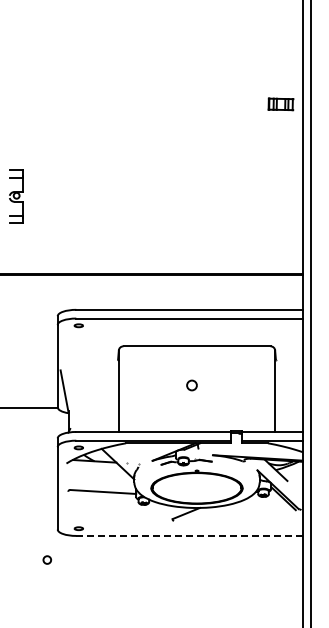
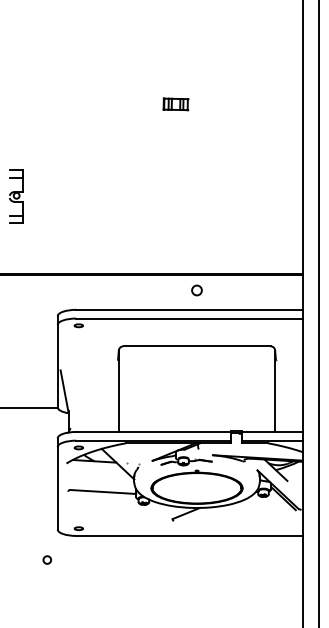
part at (280, 104) position: (280, 104) -> (175, 104)
line at (311, 313) position: (311, 313) -> (319, 313)
circle at (191, 385) position: (191, 385) -> (196, 290)
line at (189, 535): dashed -> solid
